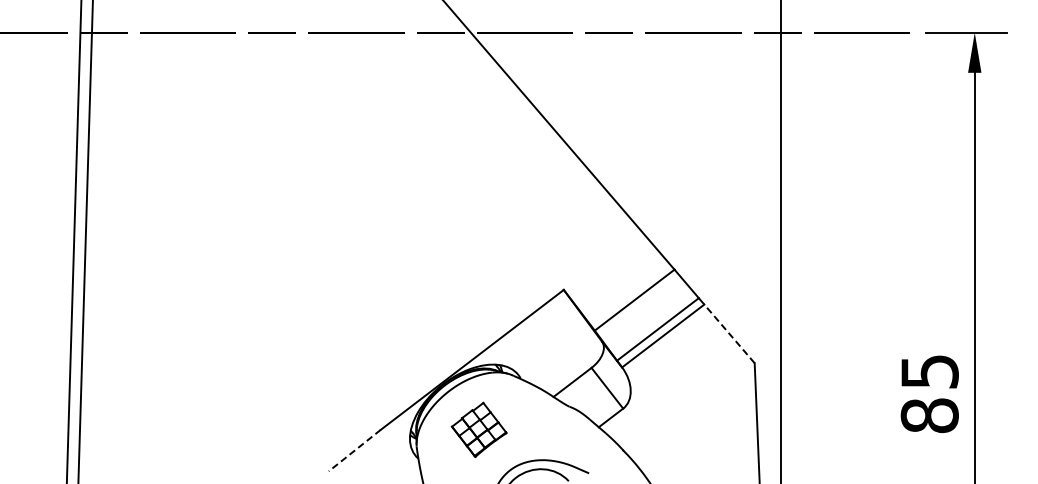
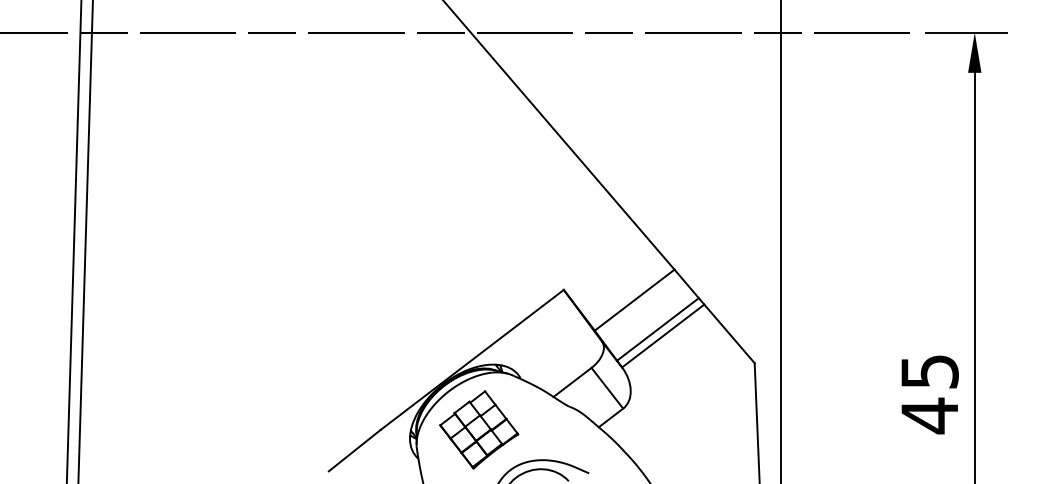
line at (729, 333): dashed -> solid
text at (929, 415): 85 -> 45
part at (478, 429) size: 58x58 px -> 81x80 px
line at (354, 450): dashed -> solid
